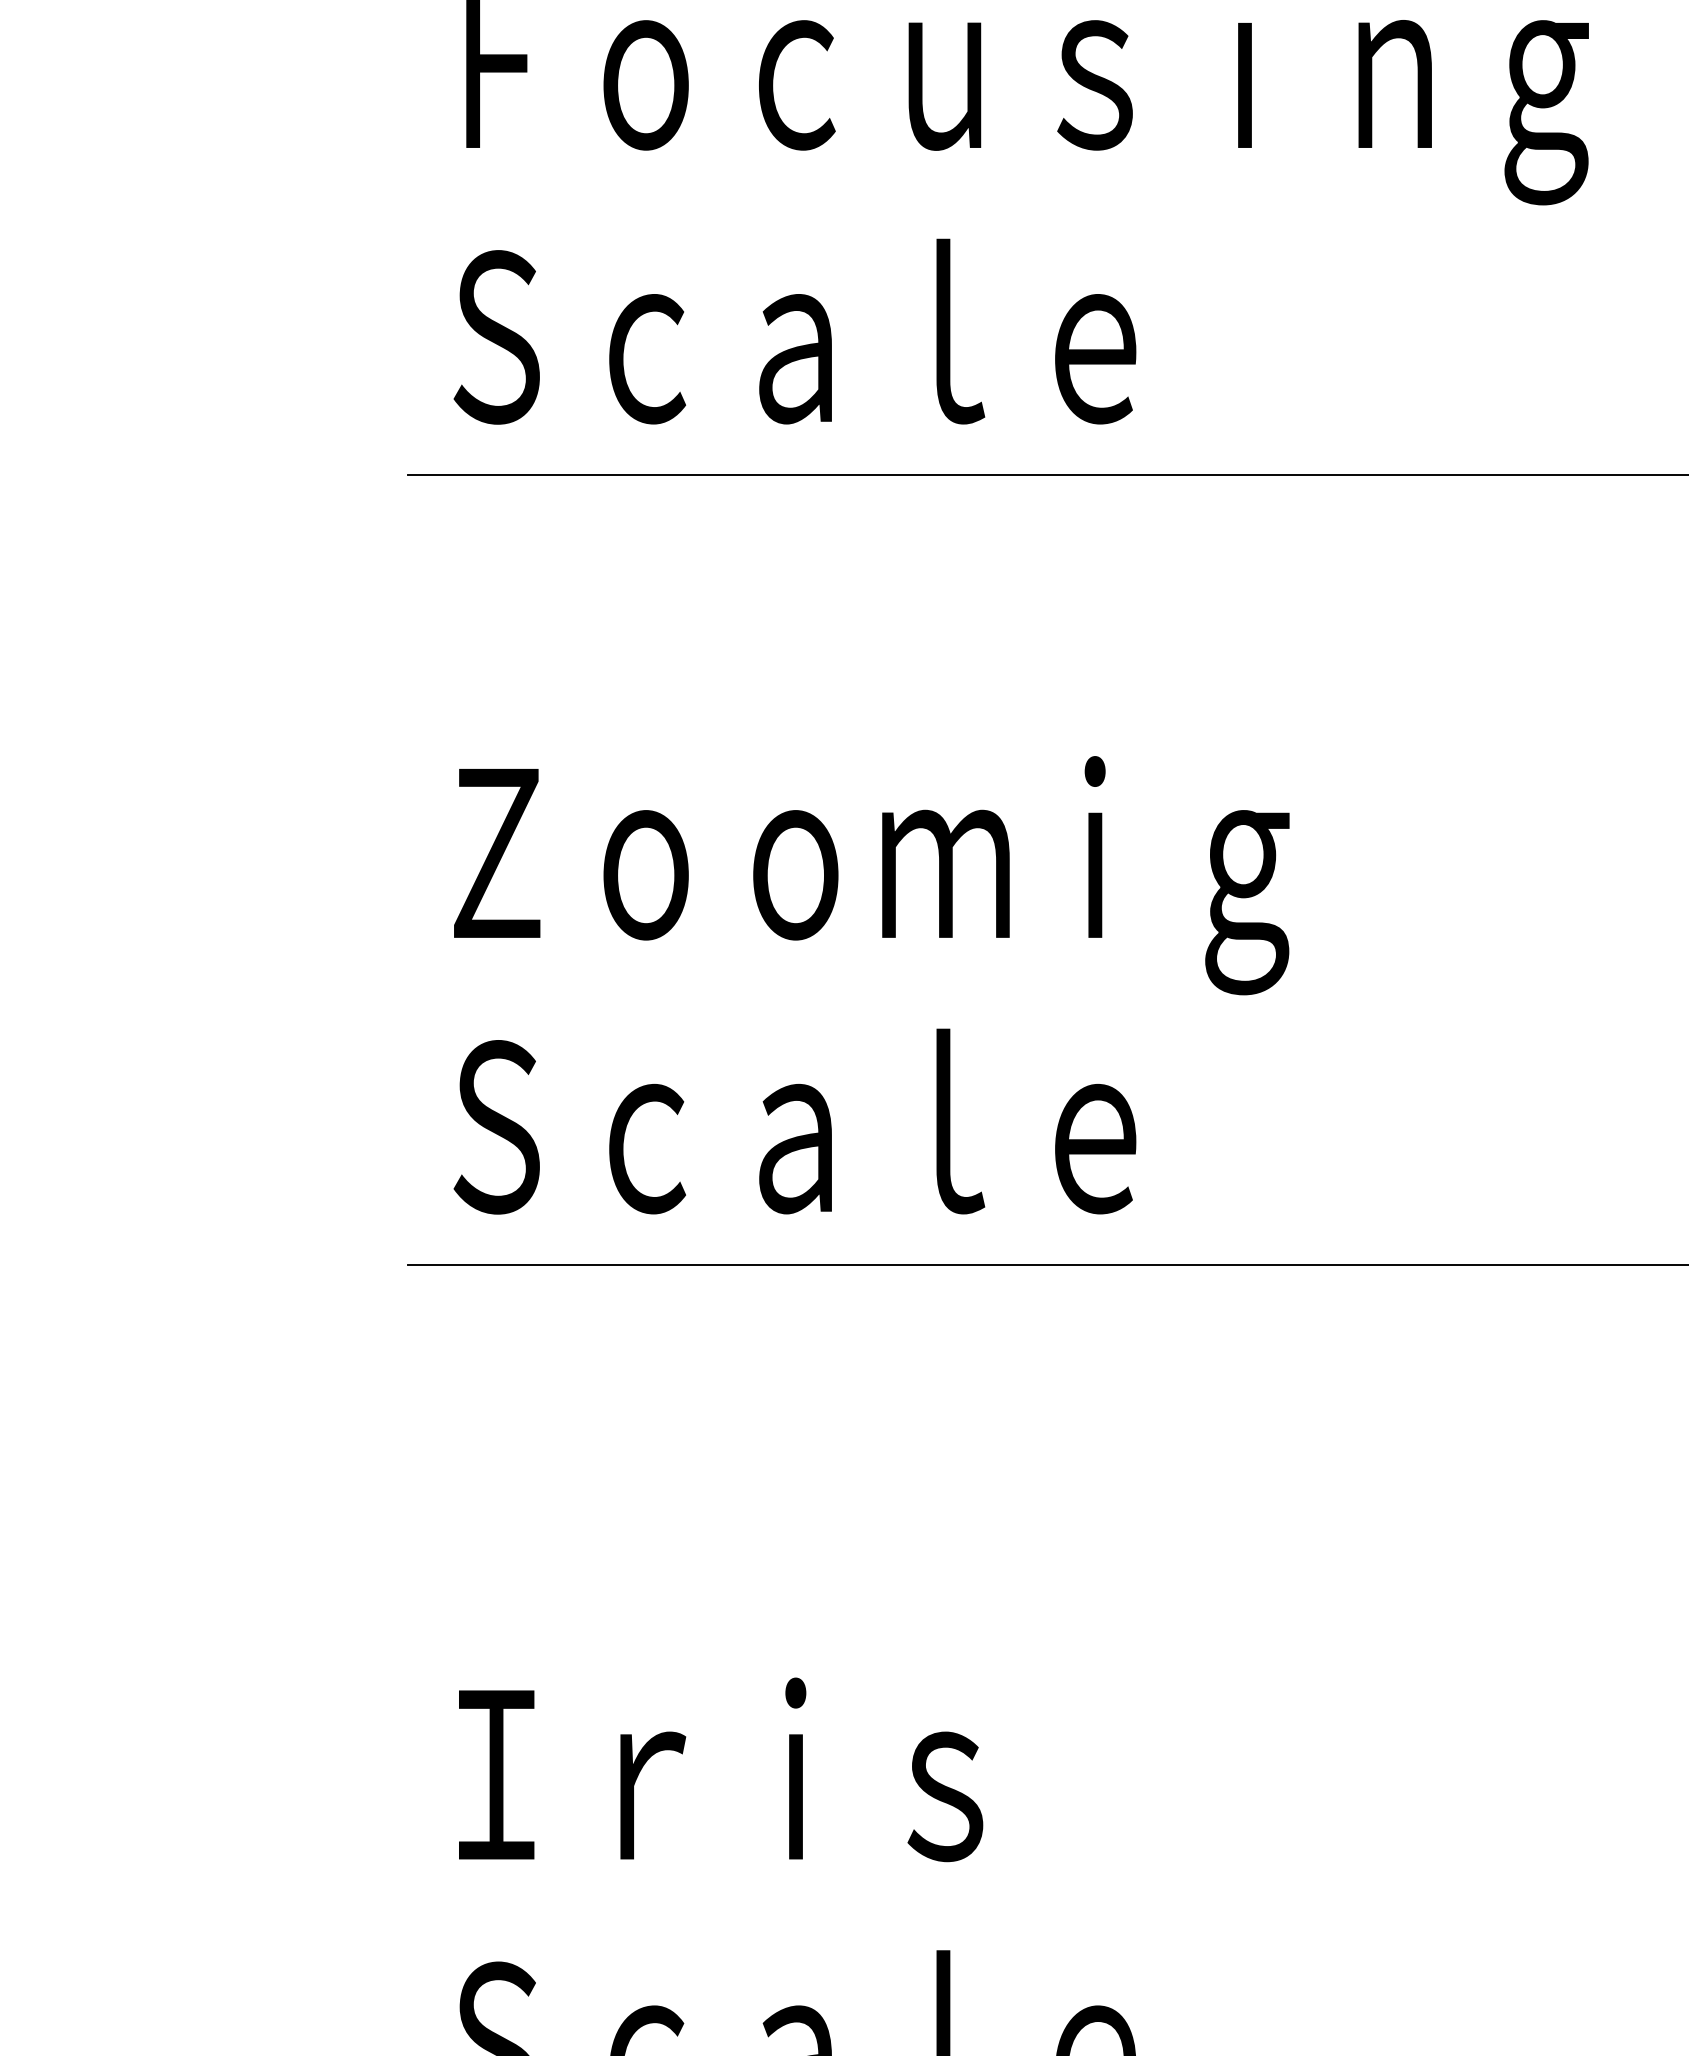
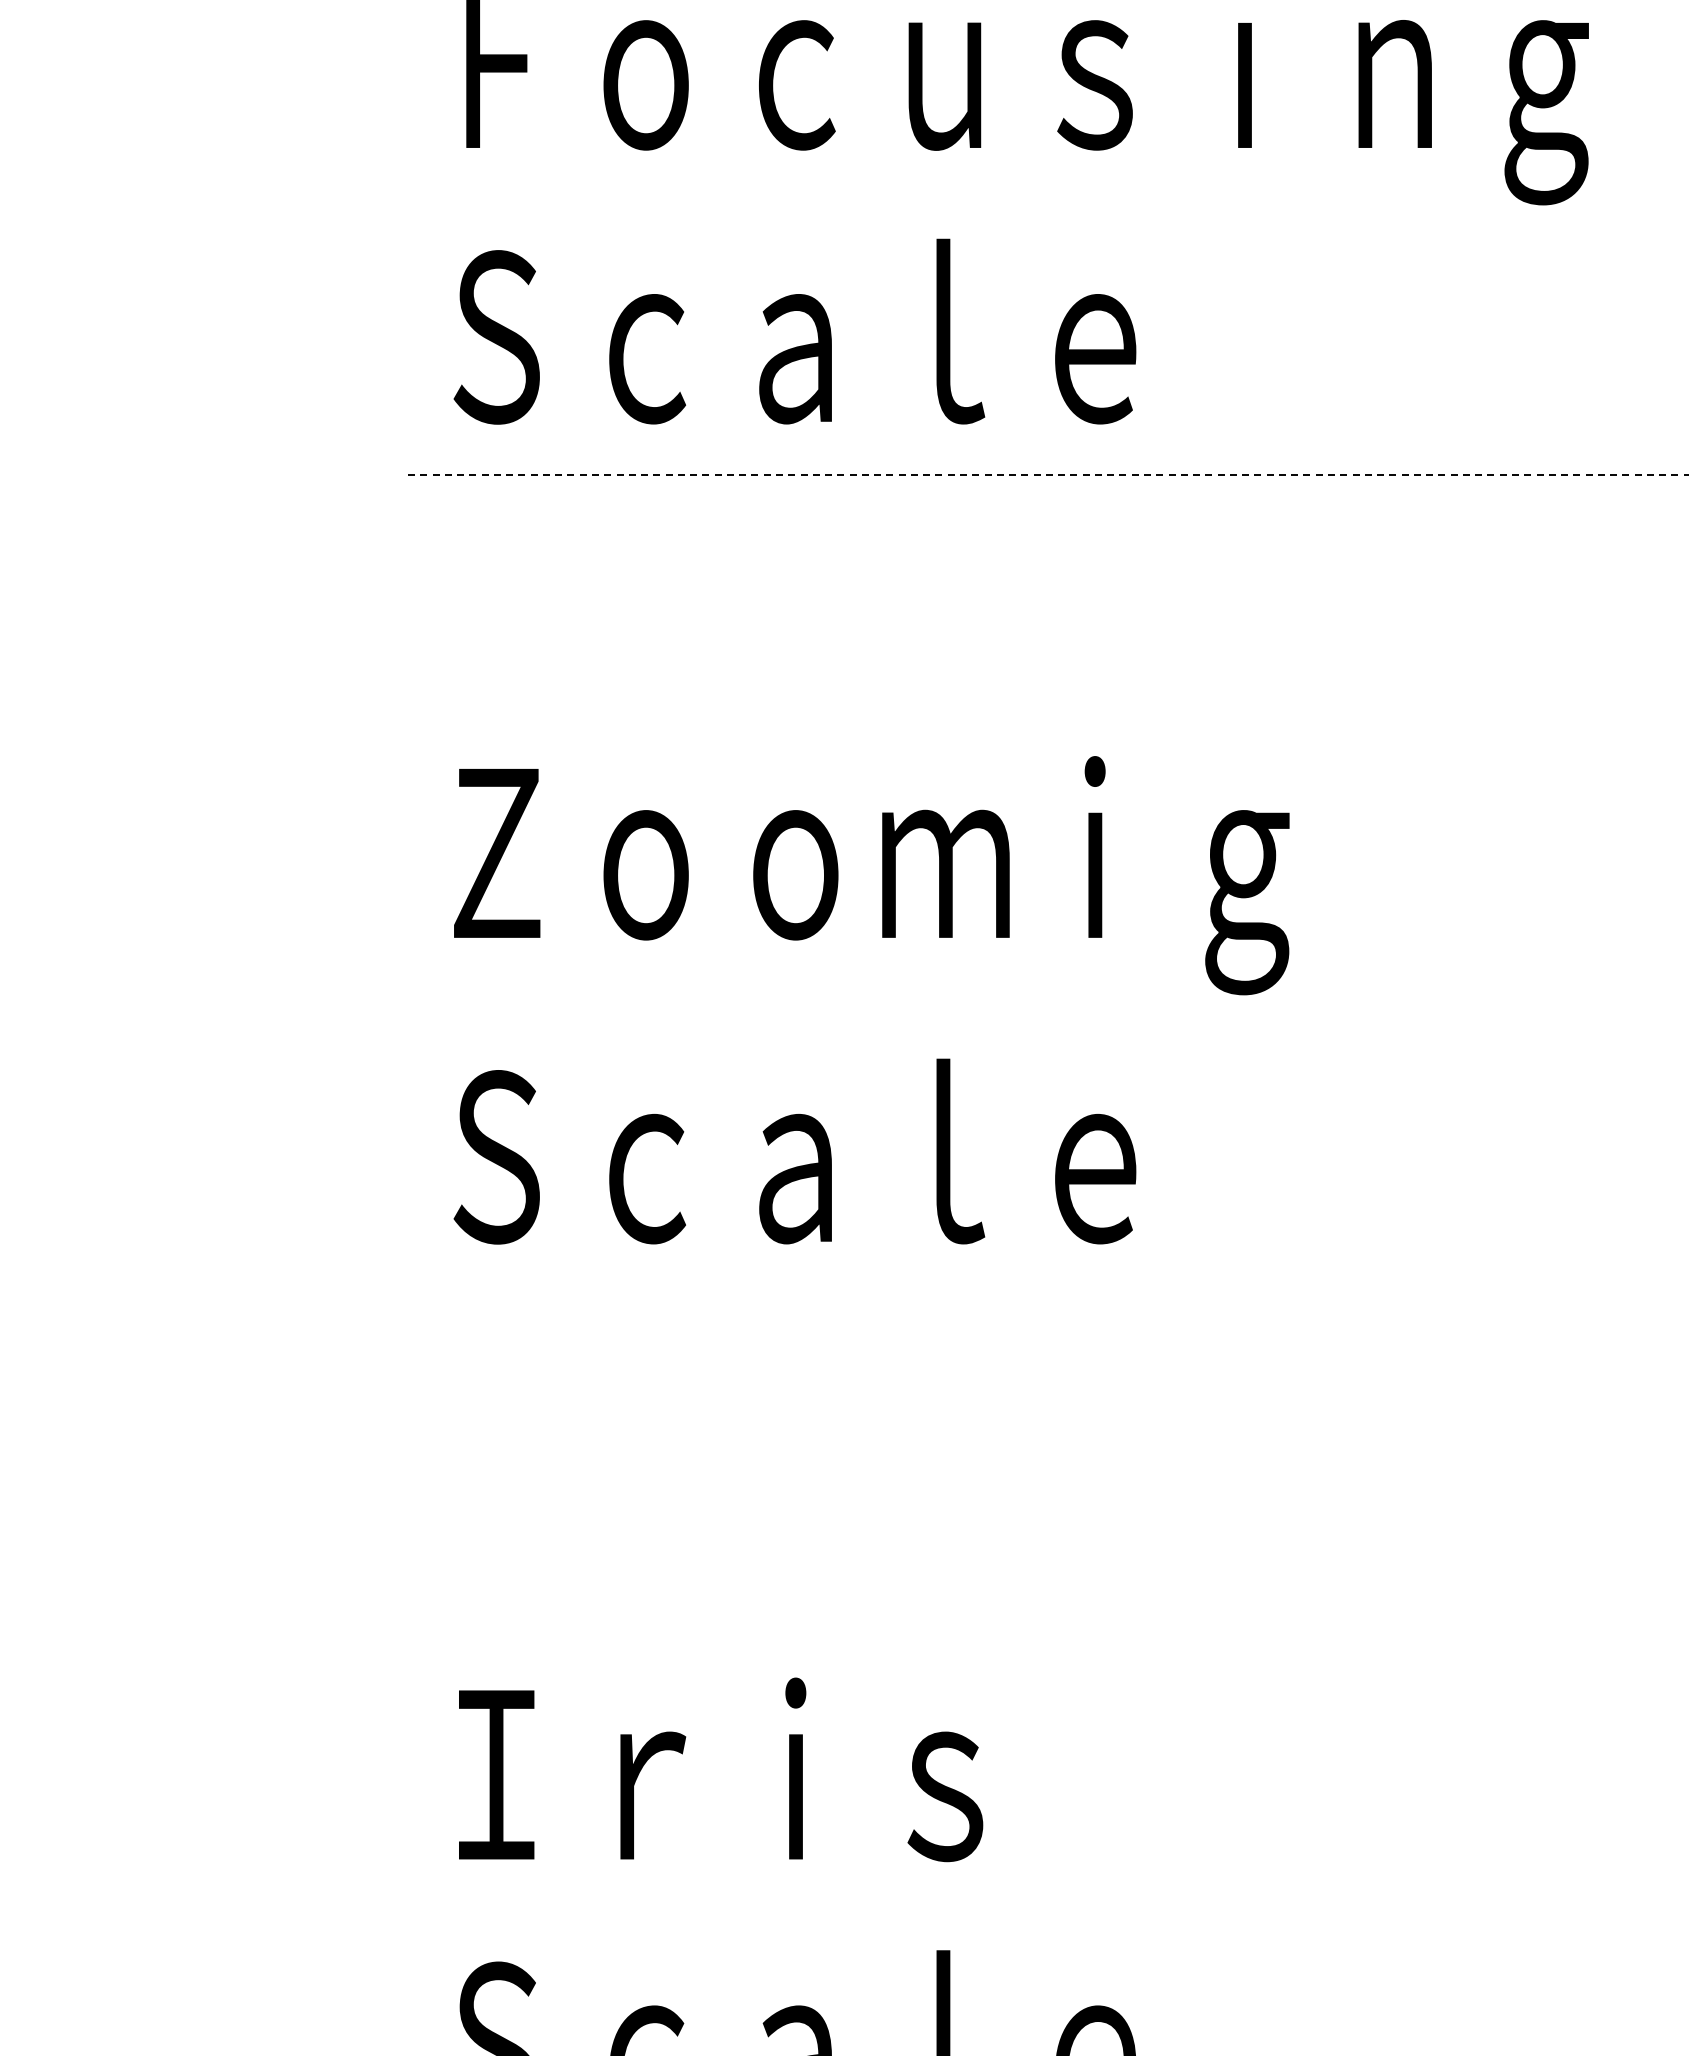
line at (1048, 474): solid -> dashed
text at (794, 1121) position: (794, 1121) -> (794, 1151)
line at (1046, 1264): present -> none
